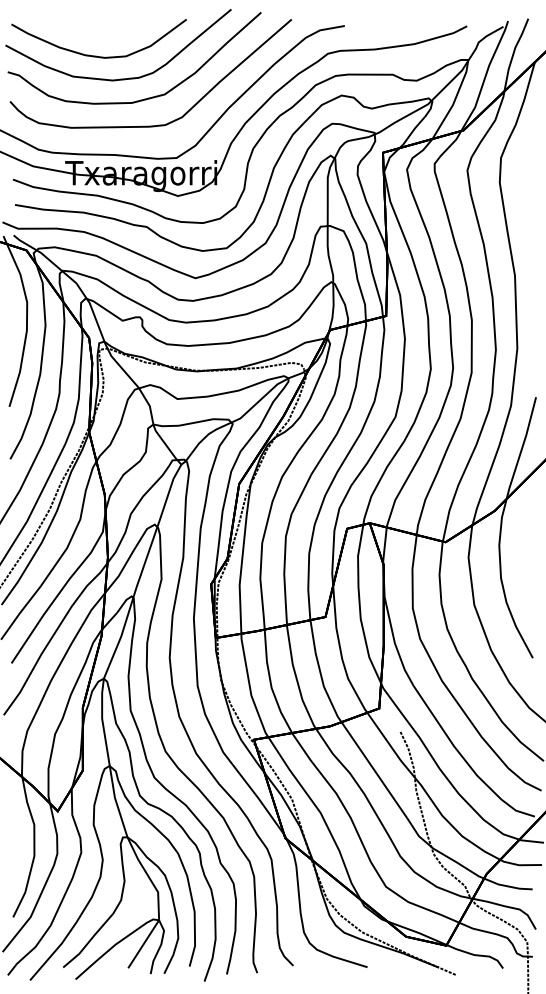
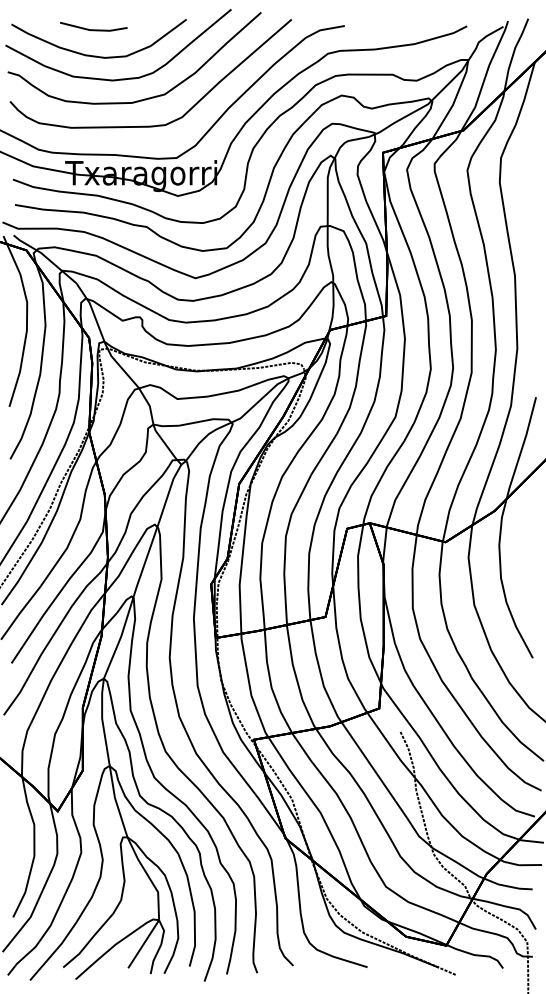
part at (93, 26): none -> present
